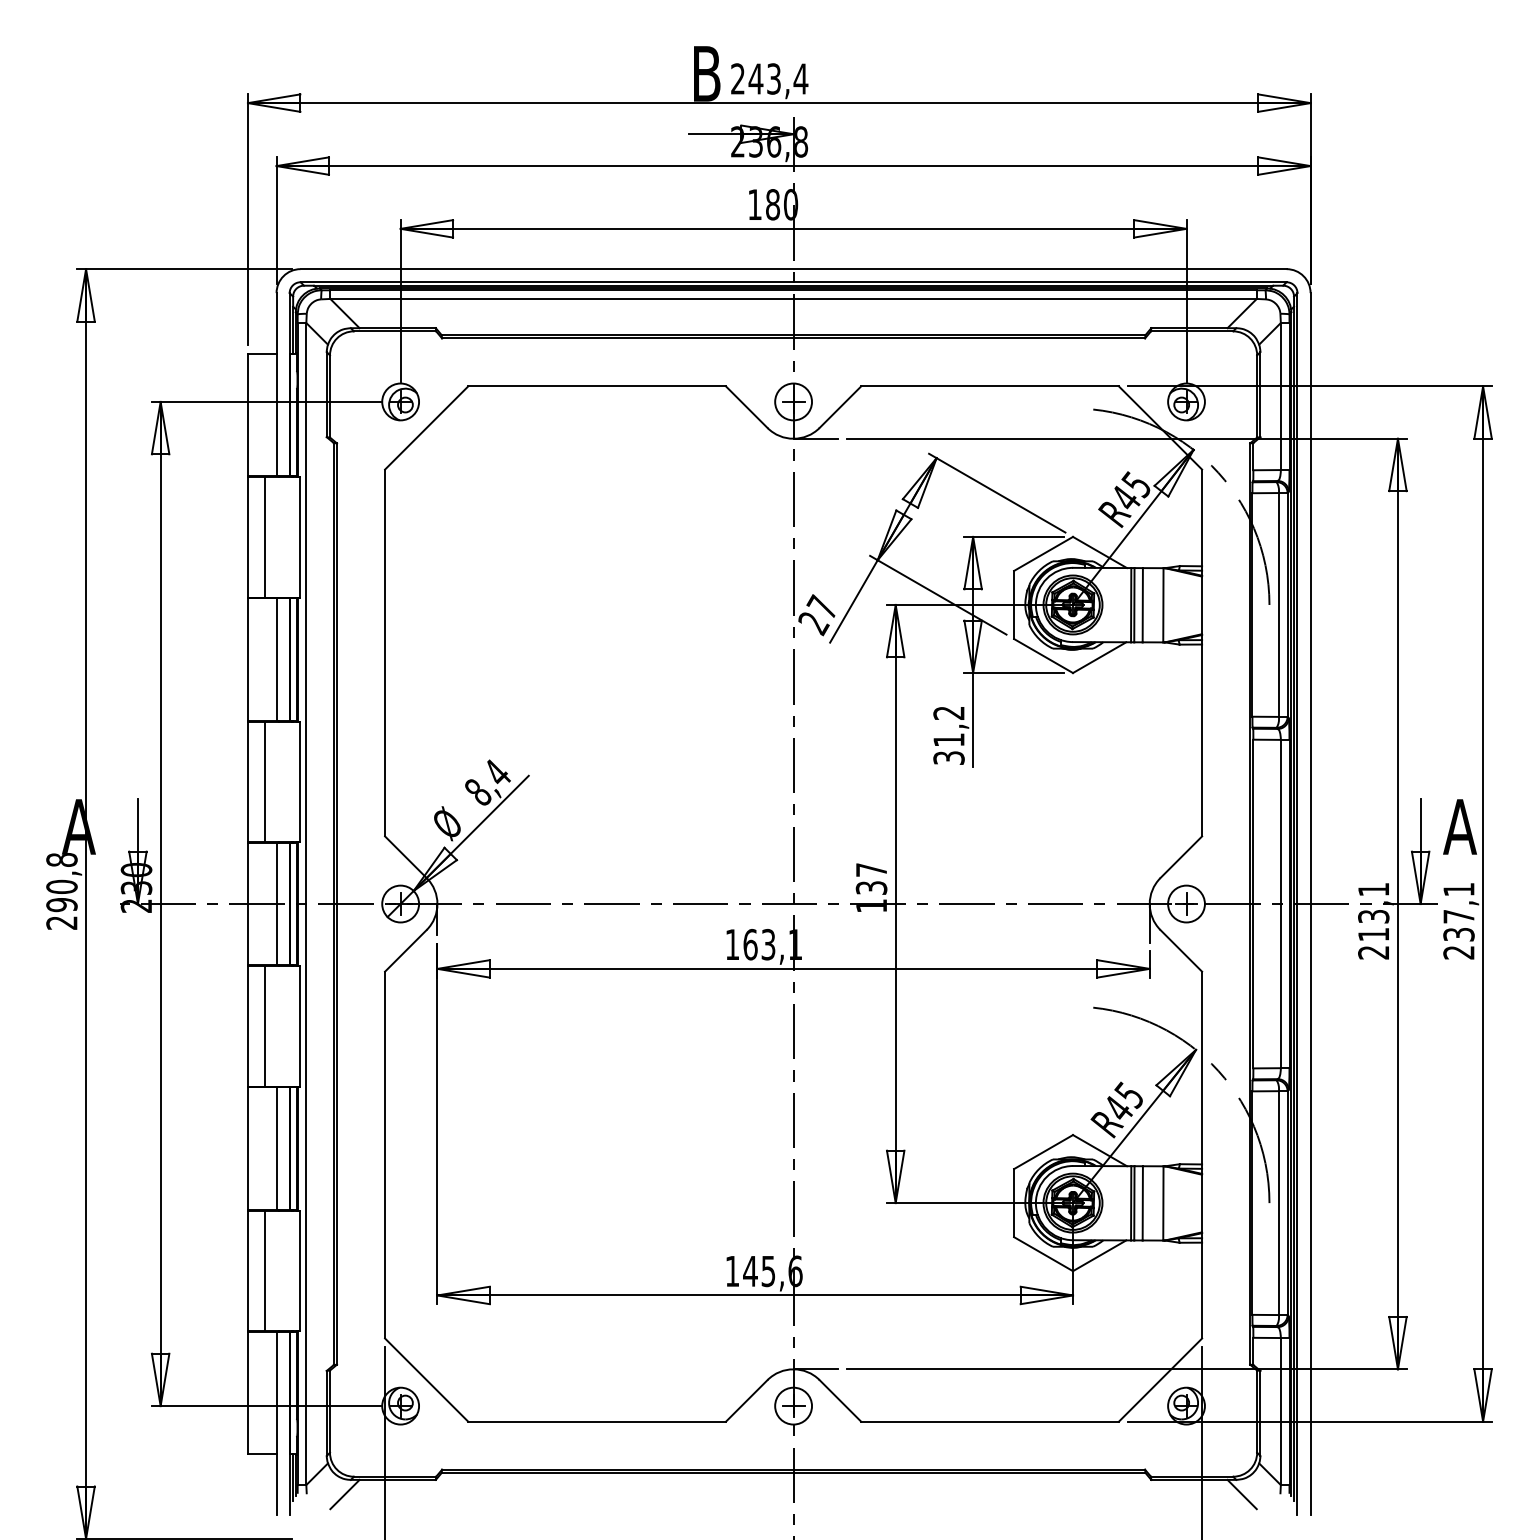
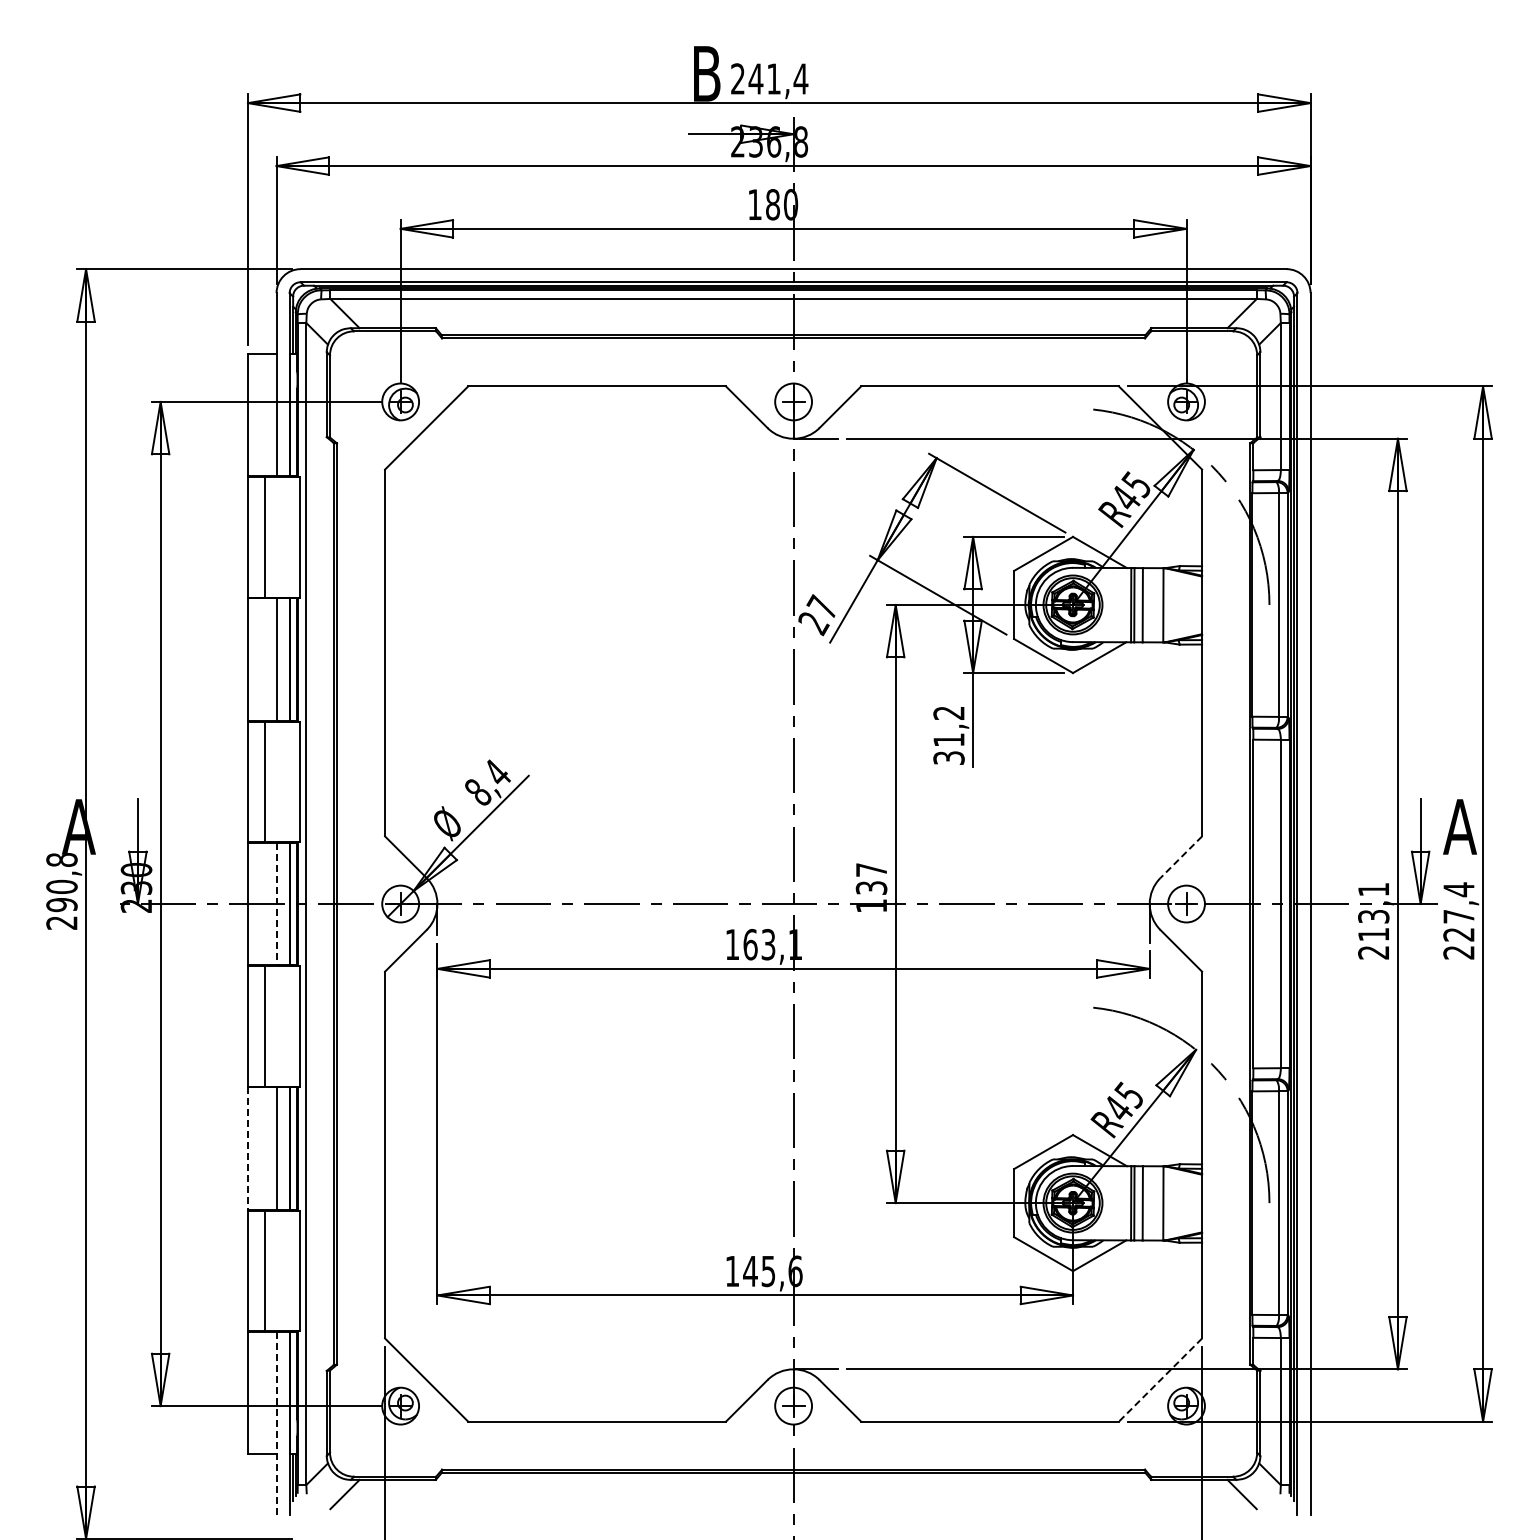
text at (773, 78): 243,4 -> 241,4
line at (1180, 857): solid -> dashed
line at (276, 904): solid -> dashed
text at (1458, 911): 237,1 -> 227,4
line at (248, 1149): solid -> dashed
line at (1160, 1380): solid -> dashed
line at (276, 1423): solid -> dashed
